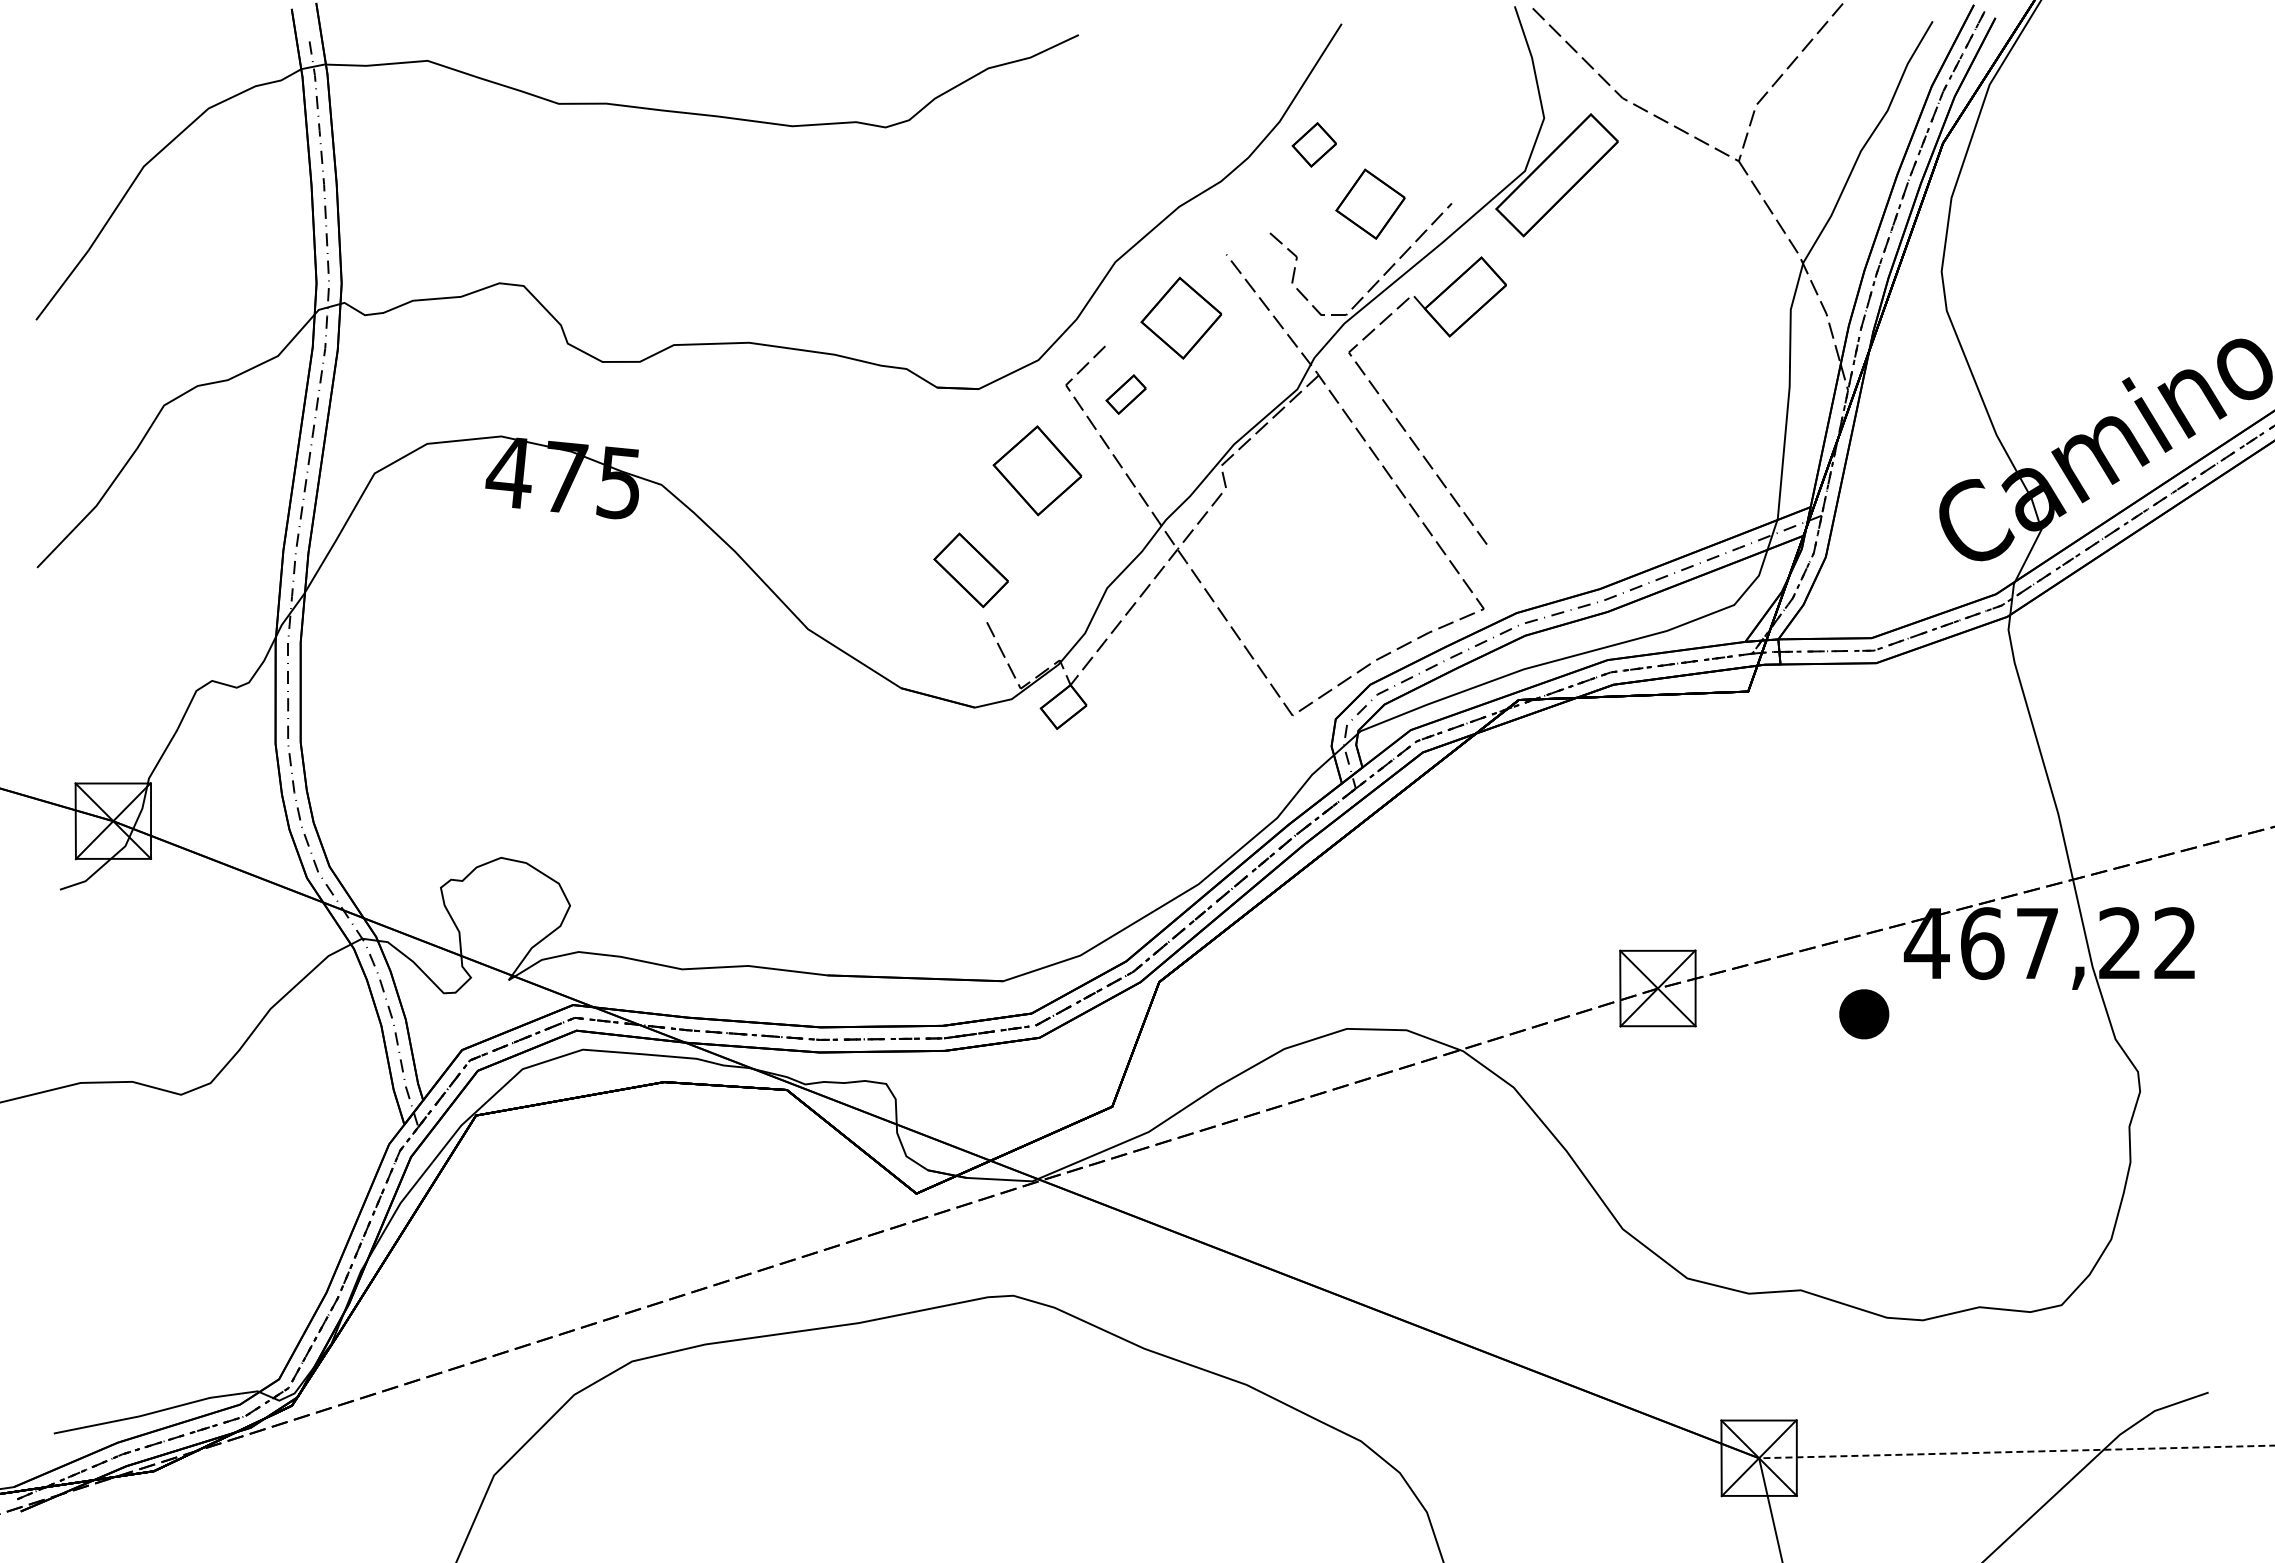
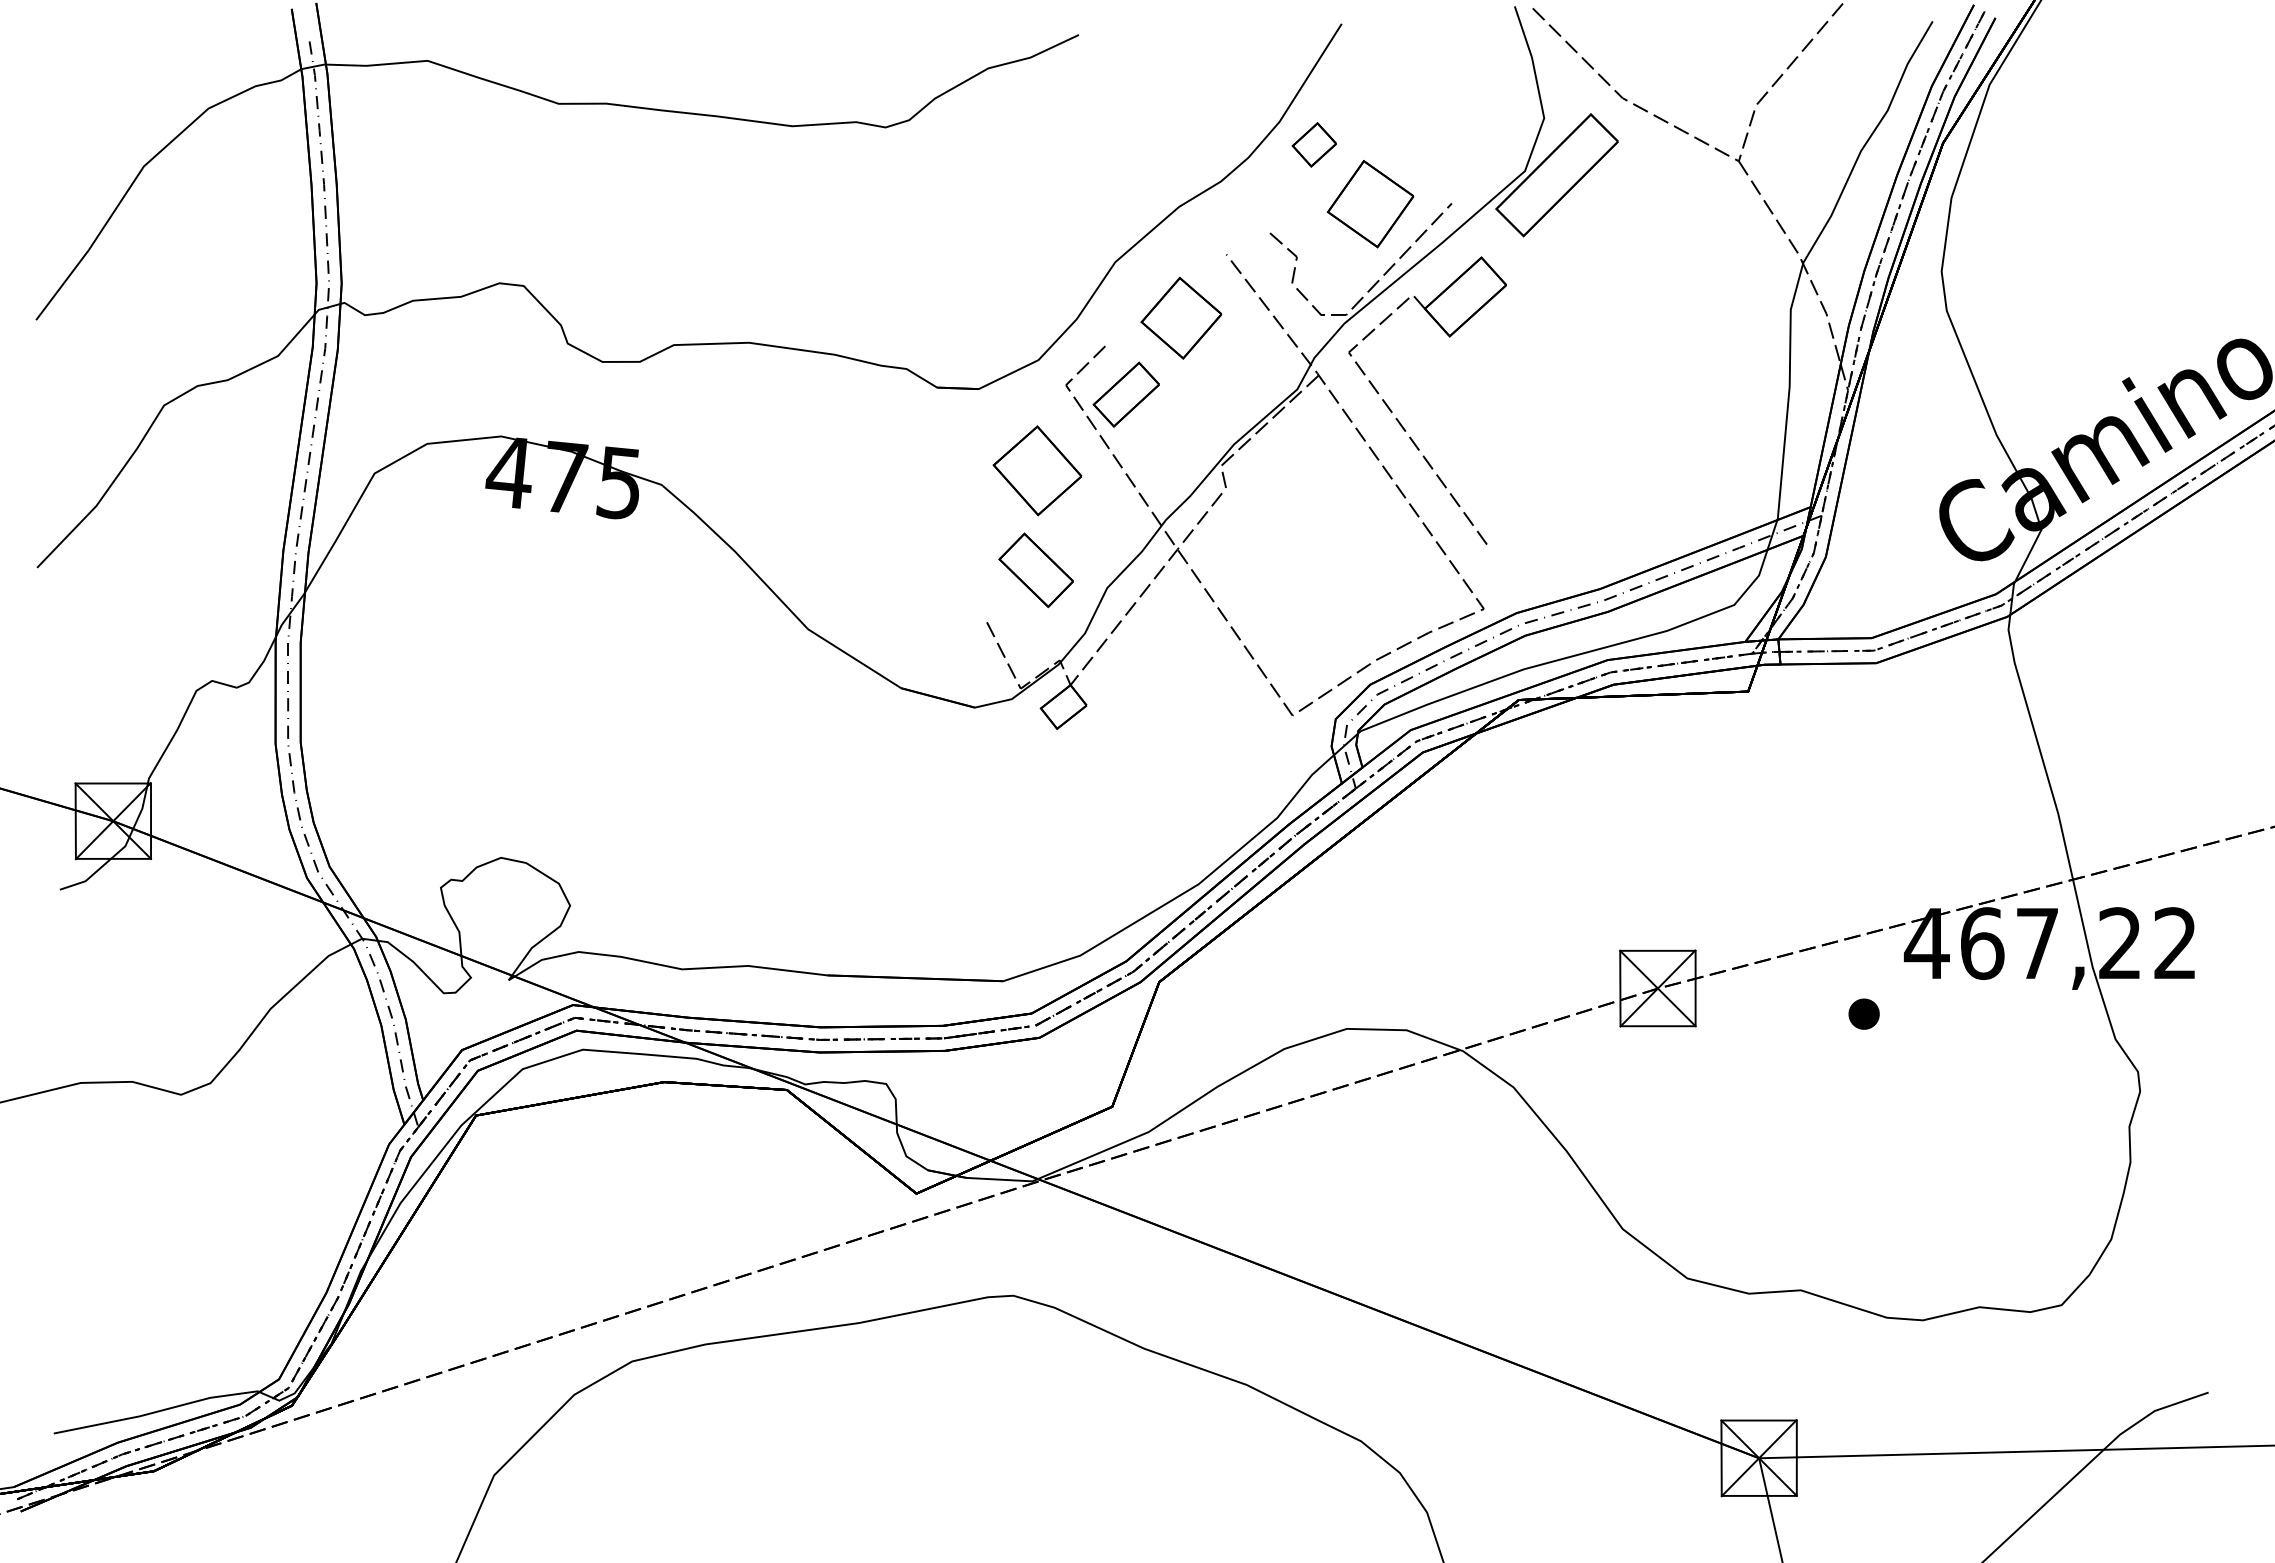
part at (1370, 203) size: 71x72 px -> 89x89 px
part at (1125, 394) size: 42x41 px -> 68x67 px
part at (970, 570) position: (970, 570) -> (1035, 570)
part at (1864, 1014) size: 51x51 px -> 32x32 px
line at (2017, 1451): dashed -> solid
